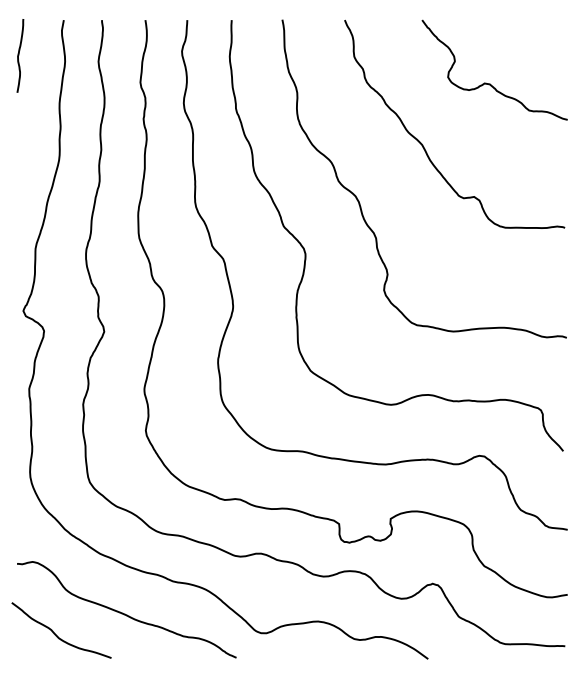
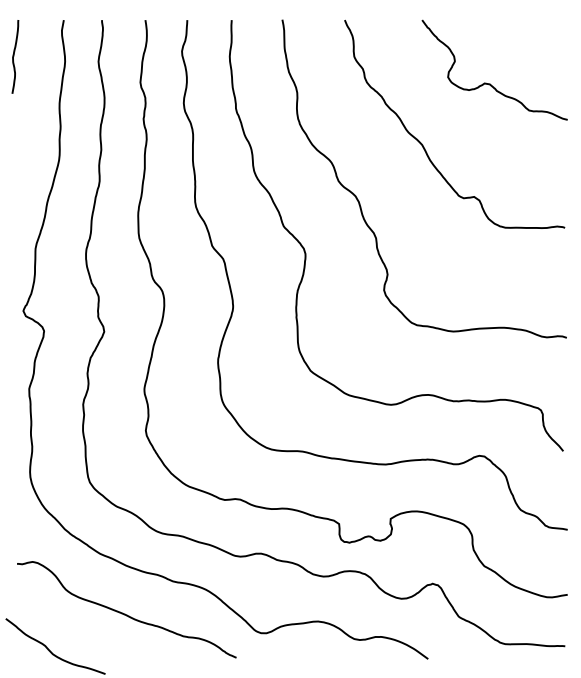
curve at (19, 55) position: (19, 55) -> (14, 56)
curve at (56, 634) position: (56, 634) -> (50, 650)
